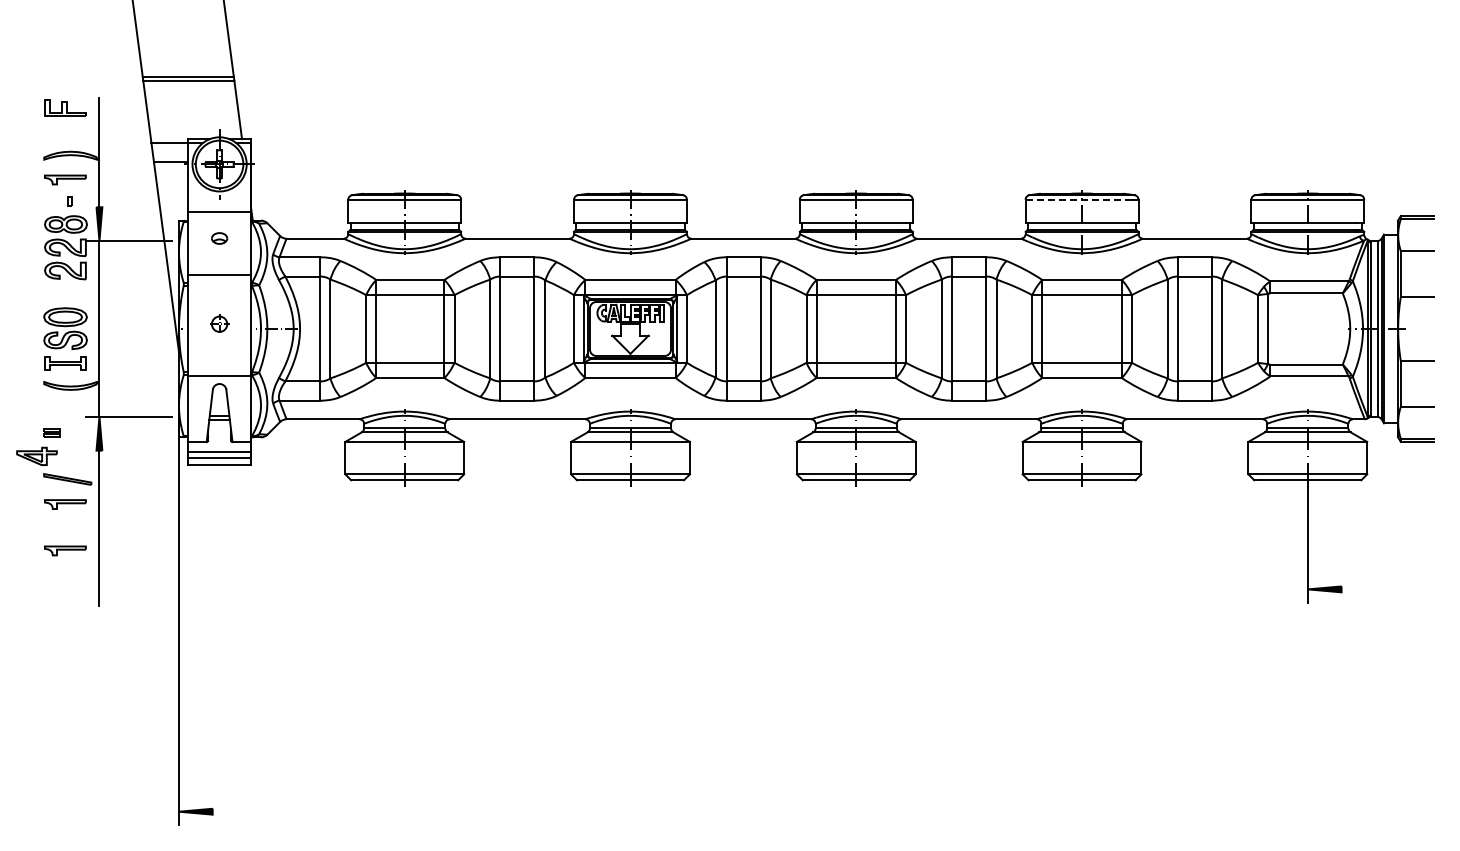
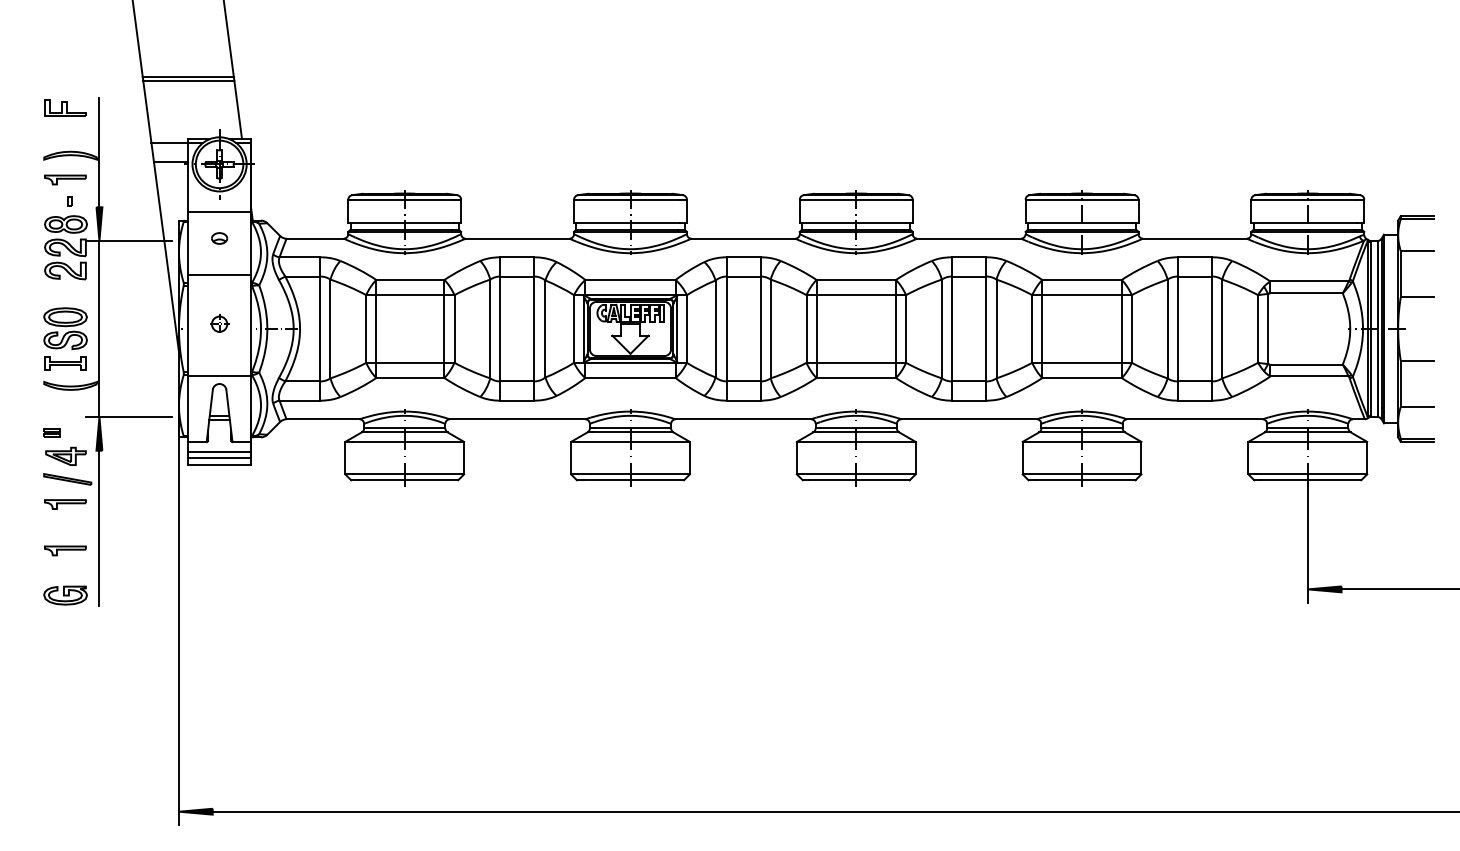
line at (1078, 199): dashed -> solid
part at (36, 455) position: (36, 455) -> (65, 455)
line at (1398, 589): none -> present
part at (65, 595): none -> present
line at (834, 811): none -> present
